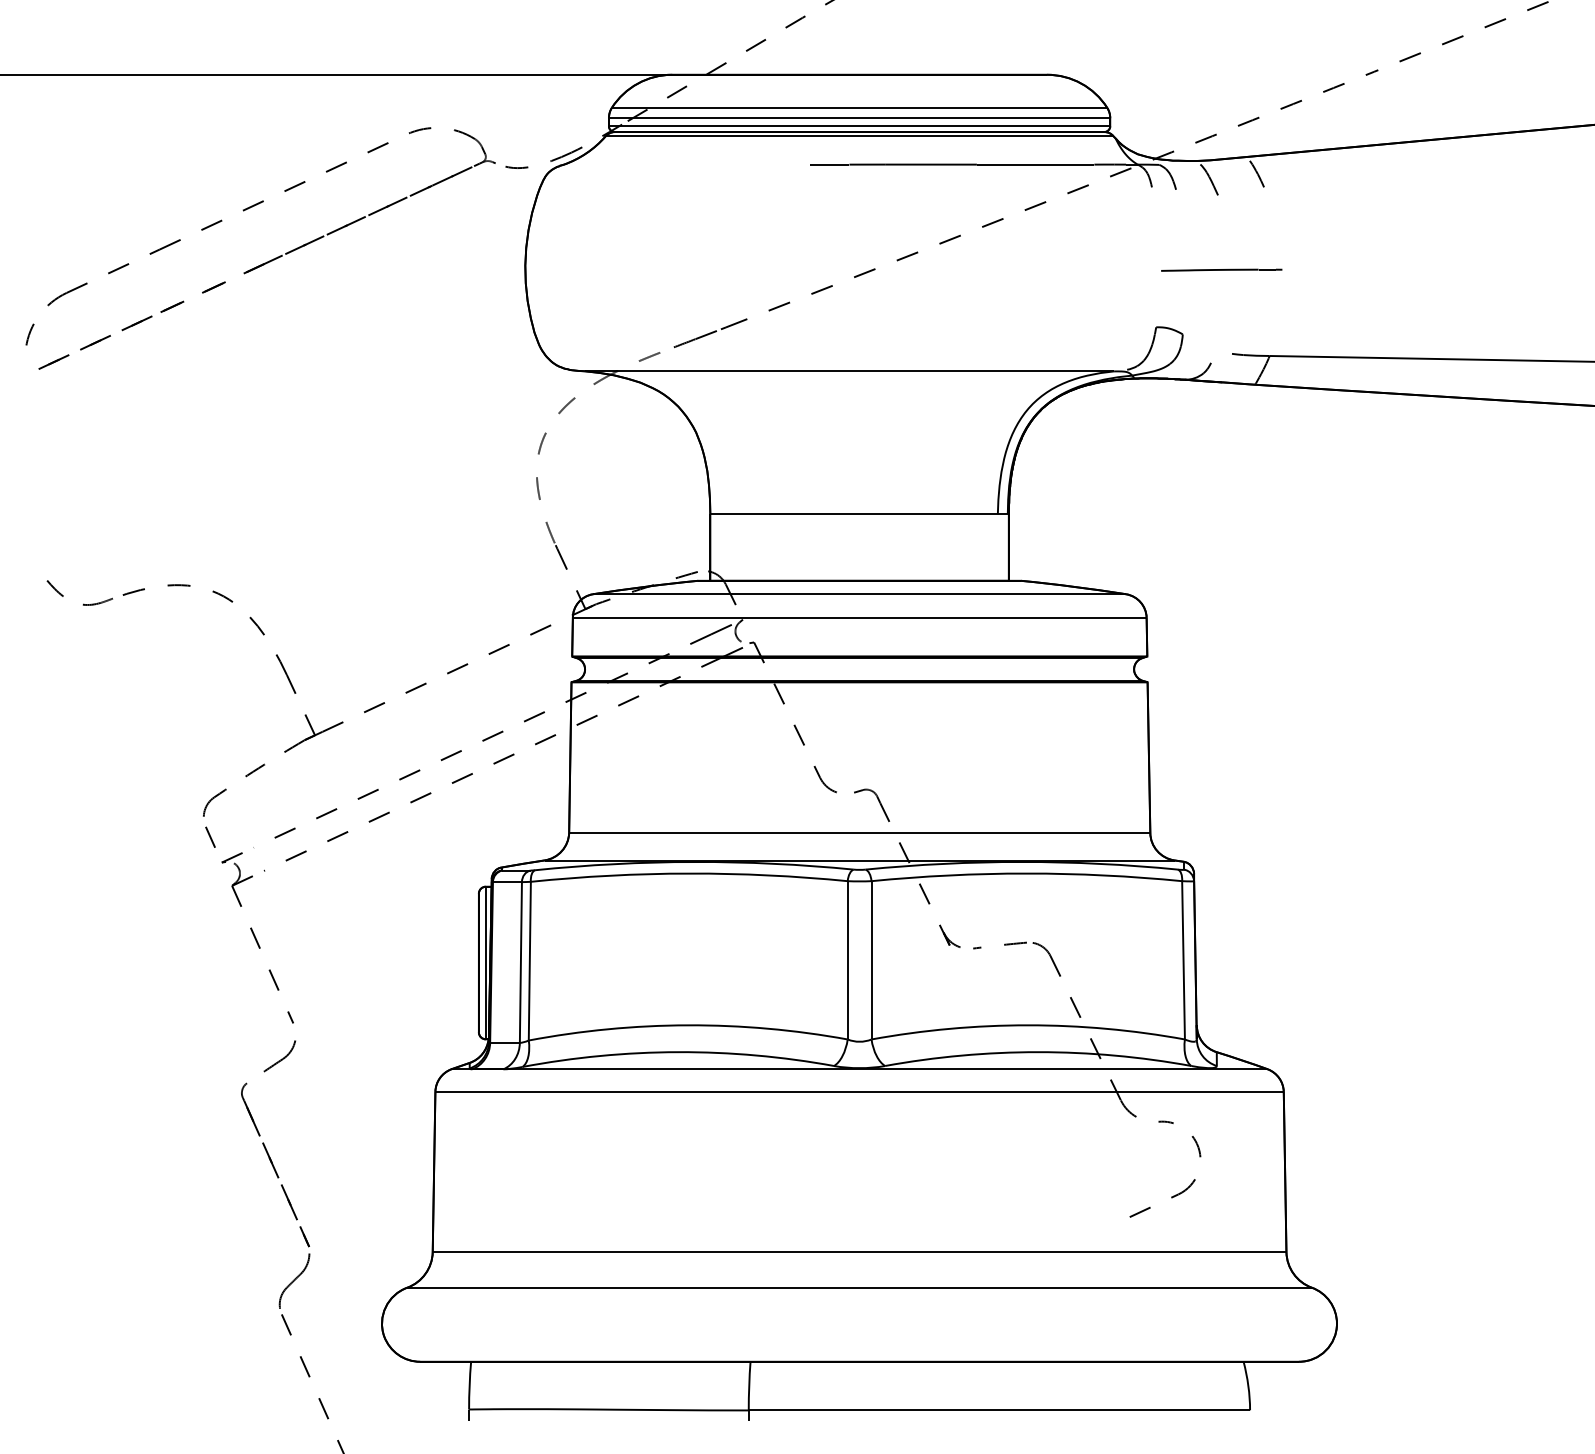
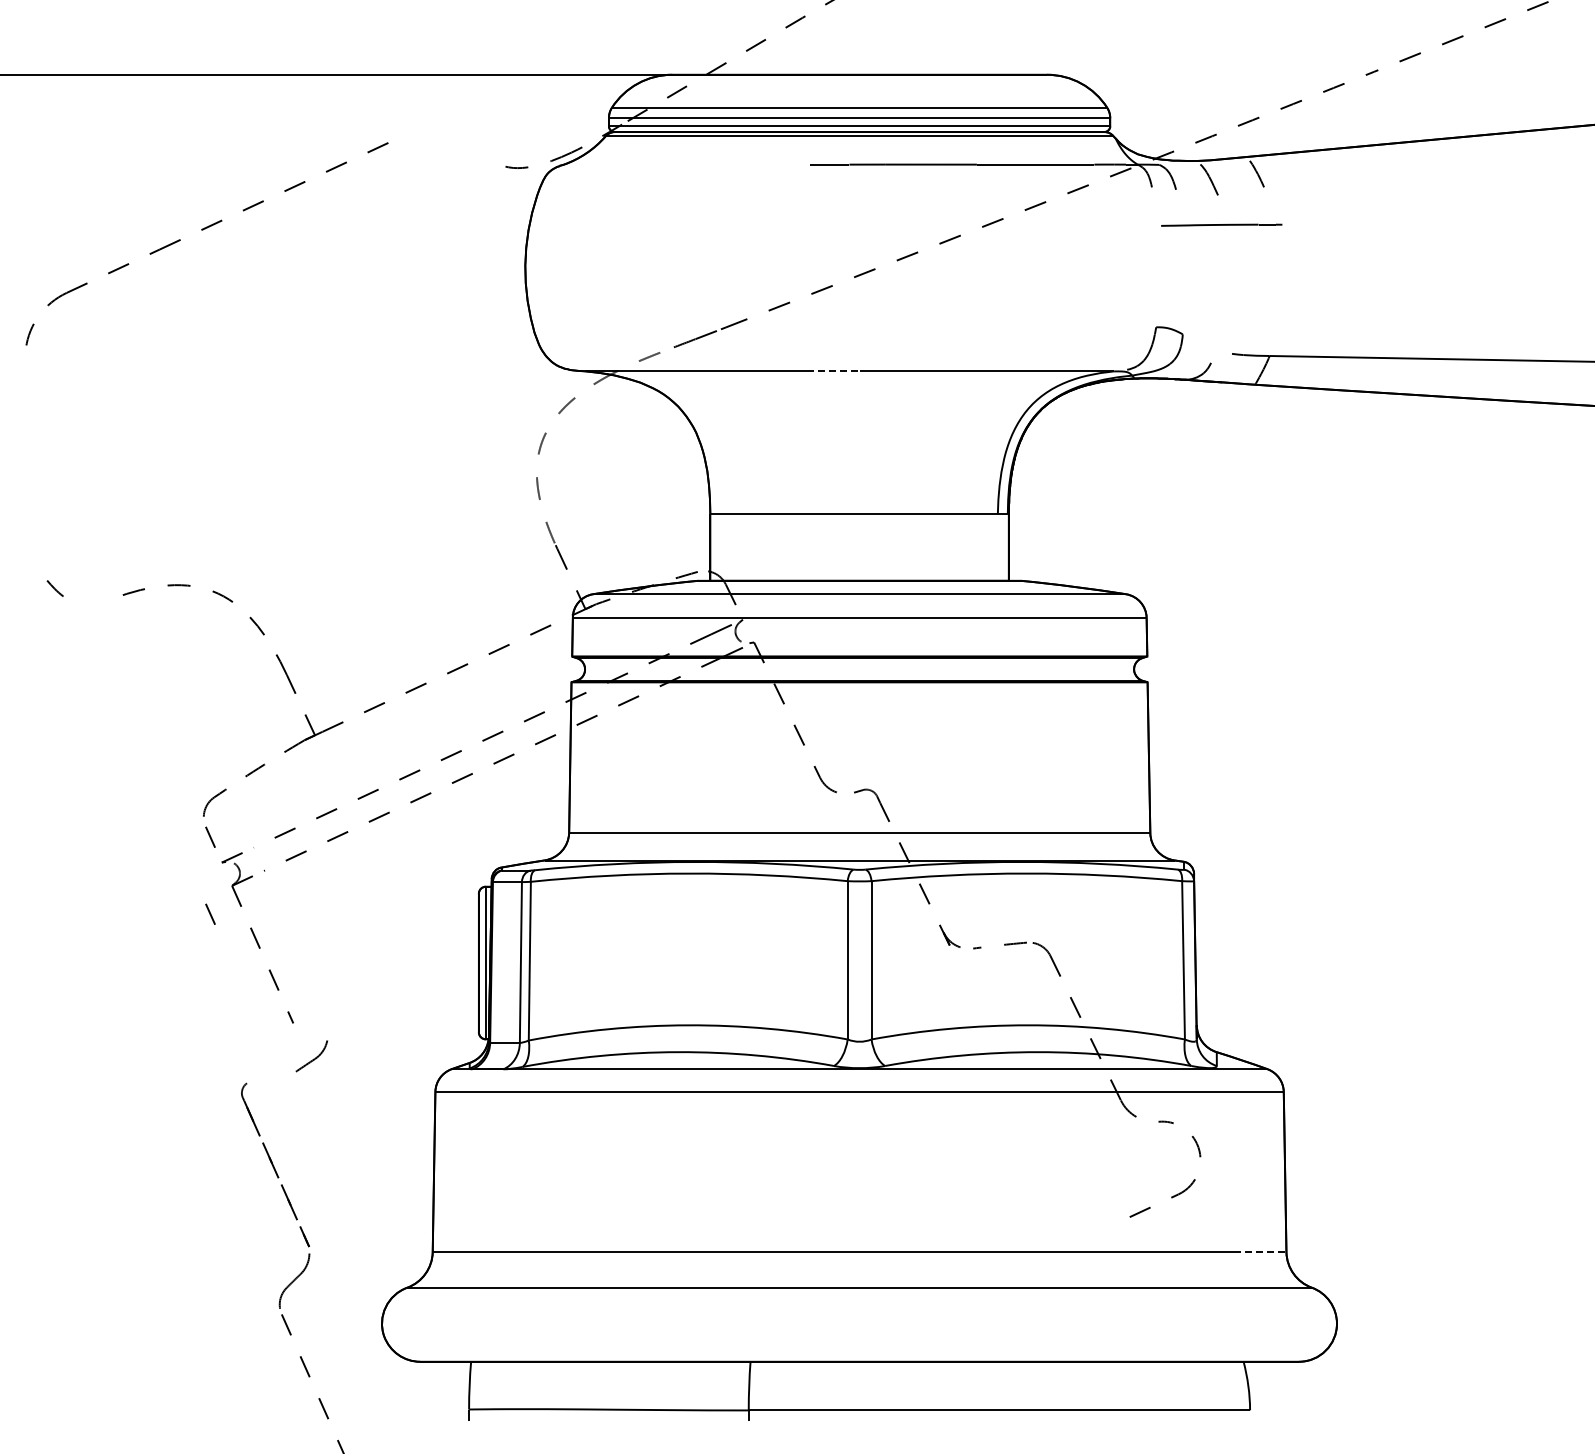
part at (271, 259): present -> none
line at (1221, 269) position: (1221, 269) -> (1221, 224)
line at (833, 371): solid -> dashed
part at (97, 601): present -> none
line at (210, 913): none -> present
part at (279, 1056) position: (279, 1056) -> (311, 1056)
line at (1260, 1252): solid -> dashed
